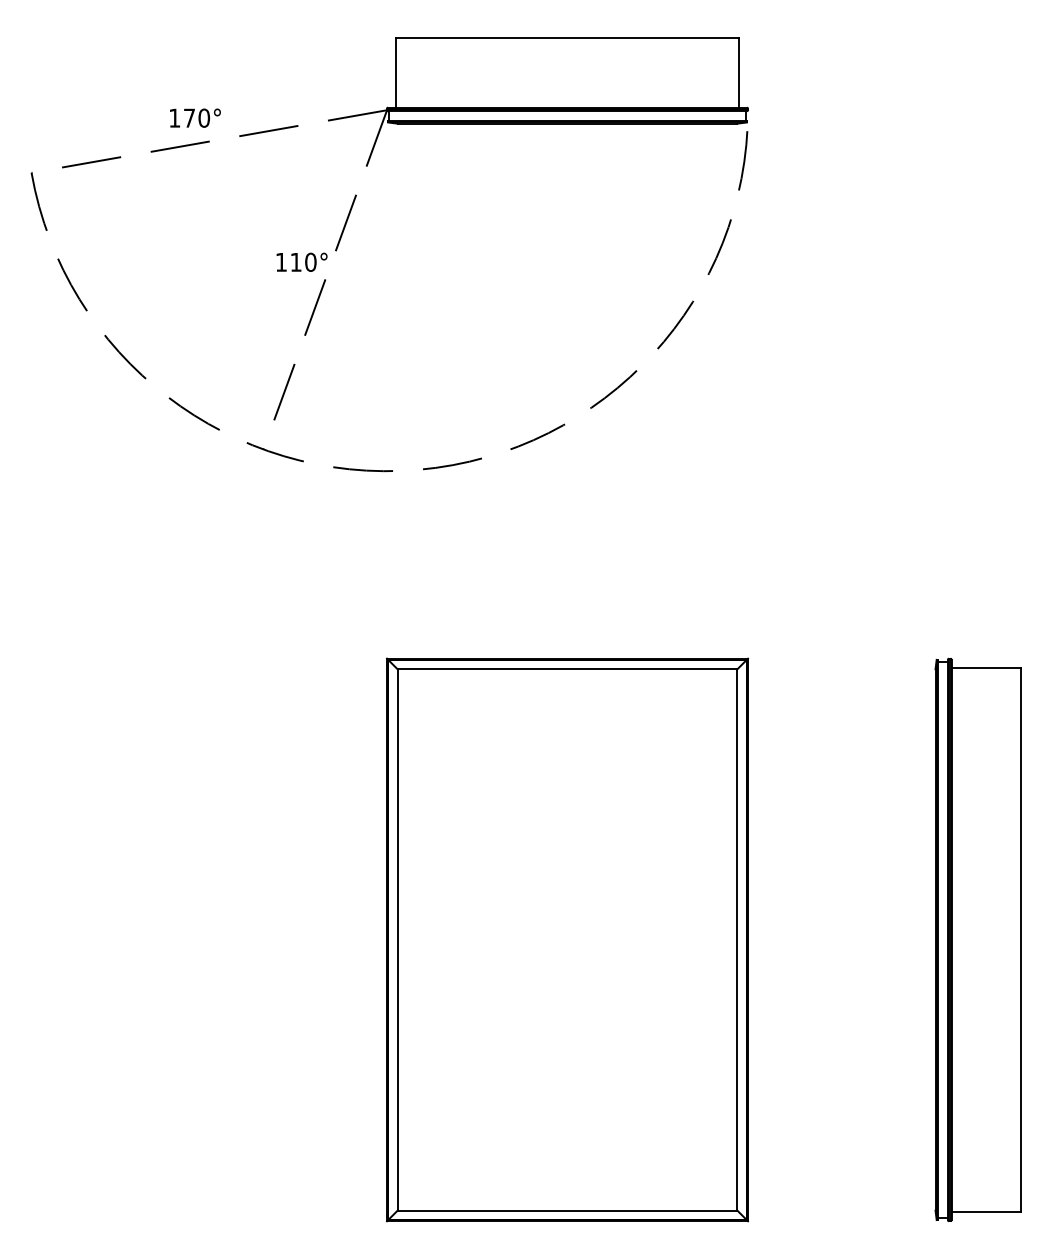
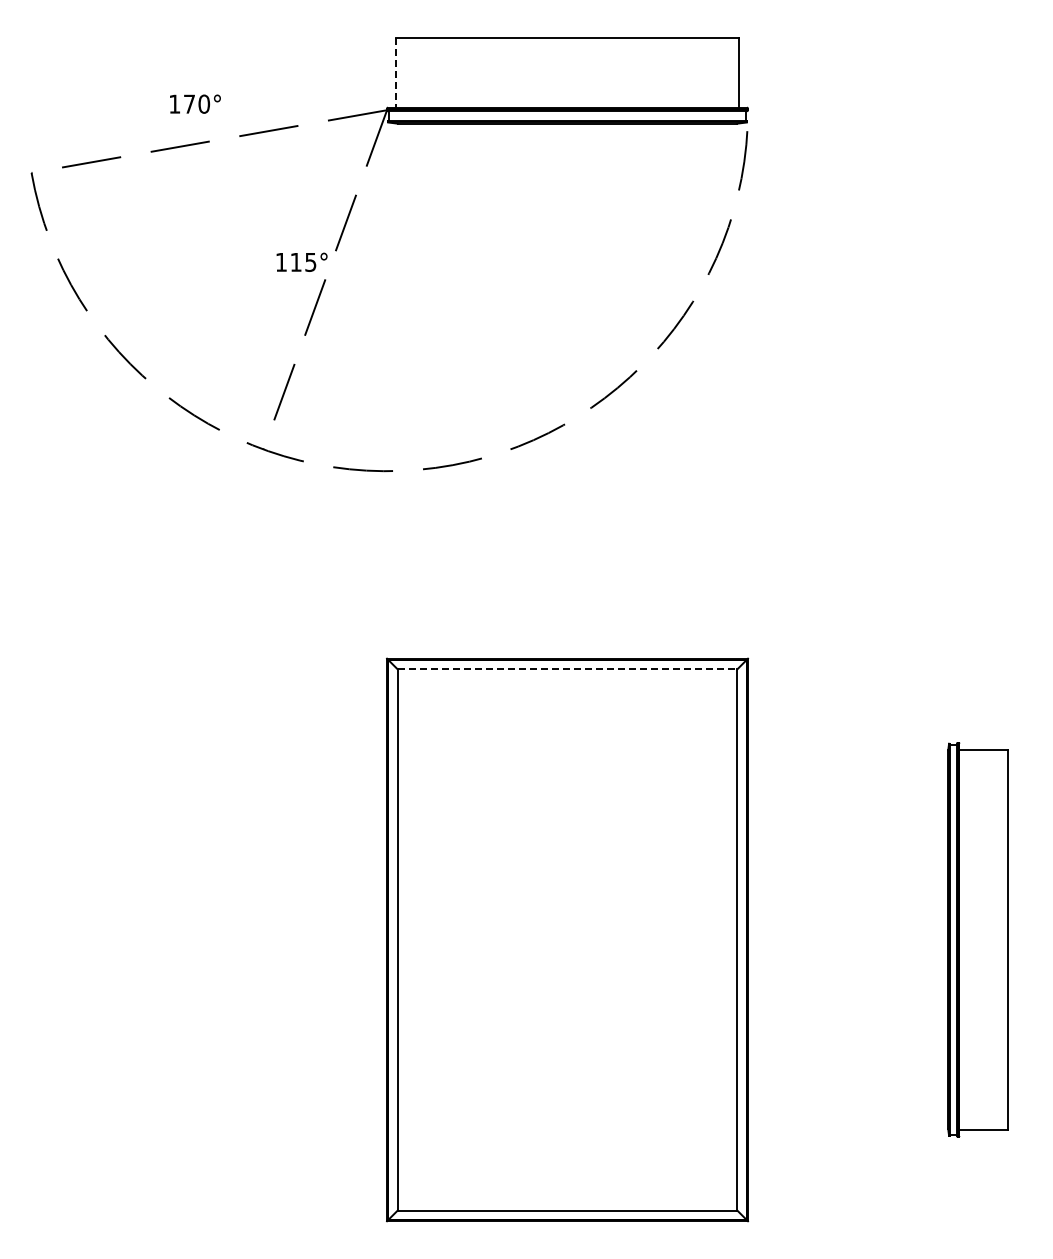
line at (396, 72): solid -> dashed
text at (195, 117) position: (195, 117) -> (195, 103)
text at (310, 261): 110° -> 115°
line at (567, 669): solid -> dashed
part at (977, 939) size: 88x565 px -> 62x396 px
